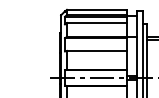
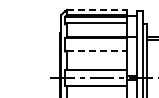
line at (96, 9): solid -> dashed
line at (96, 50): solid -> dashed
